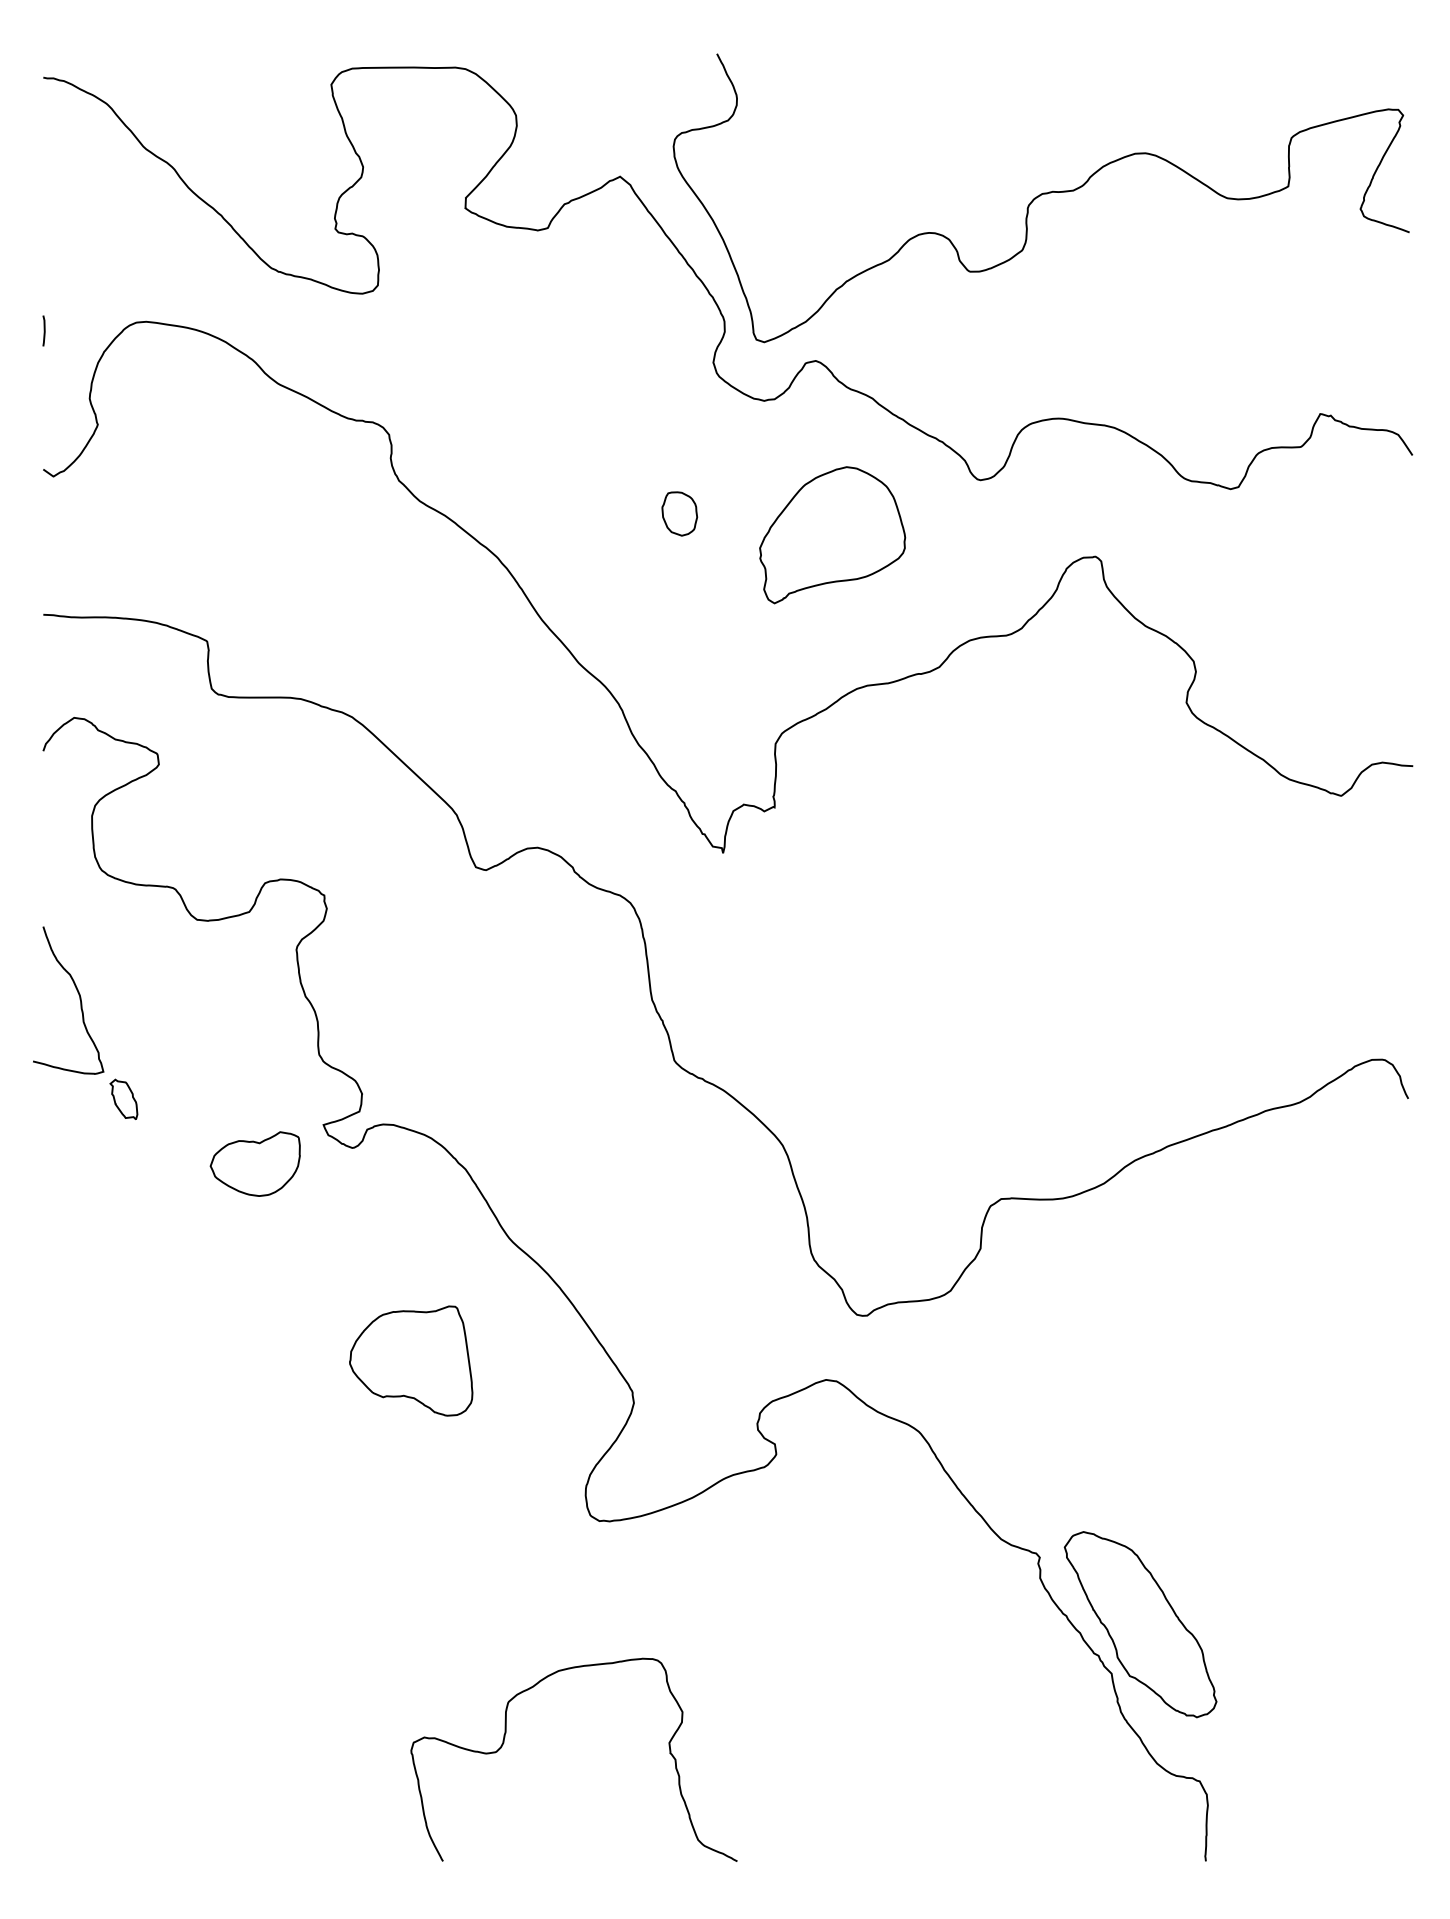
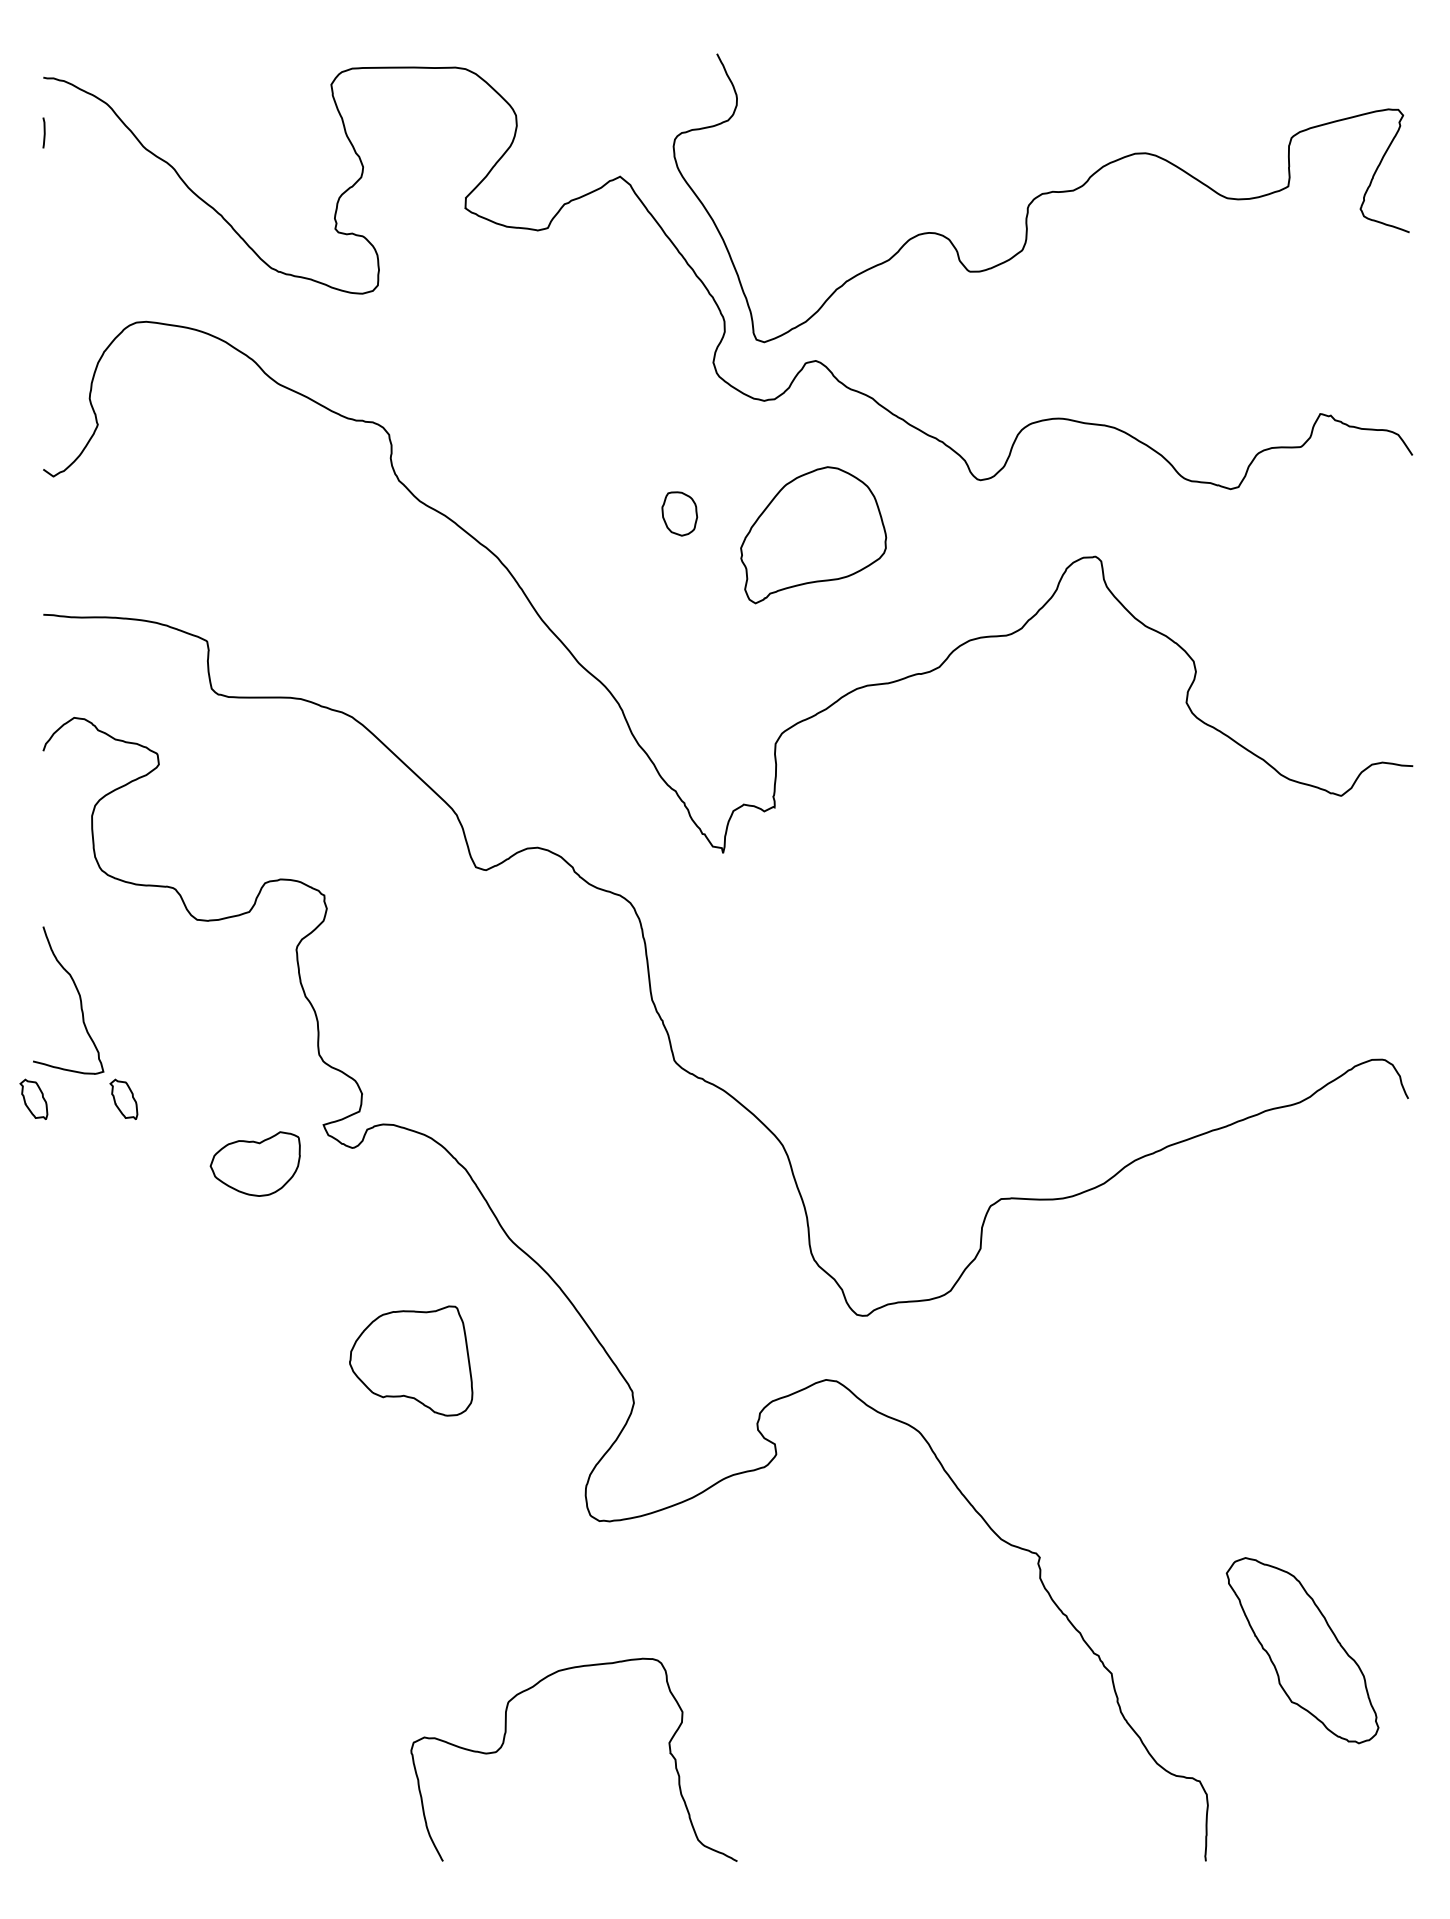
line at (43, 330) position: (43, 330) -> (43, 132)
part at (832, 535) position: (832, 535) -> (813, 535)
part at (33, 1098): none -> present
part at (1140, 1624) position: (1140, 1624) -> (1302, 1650)
